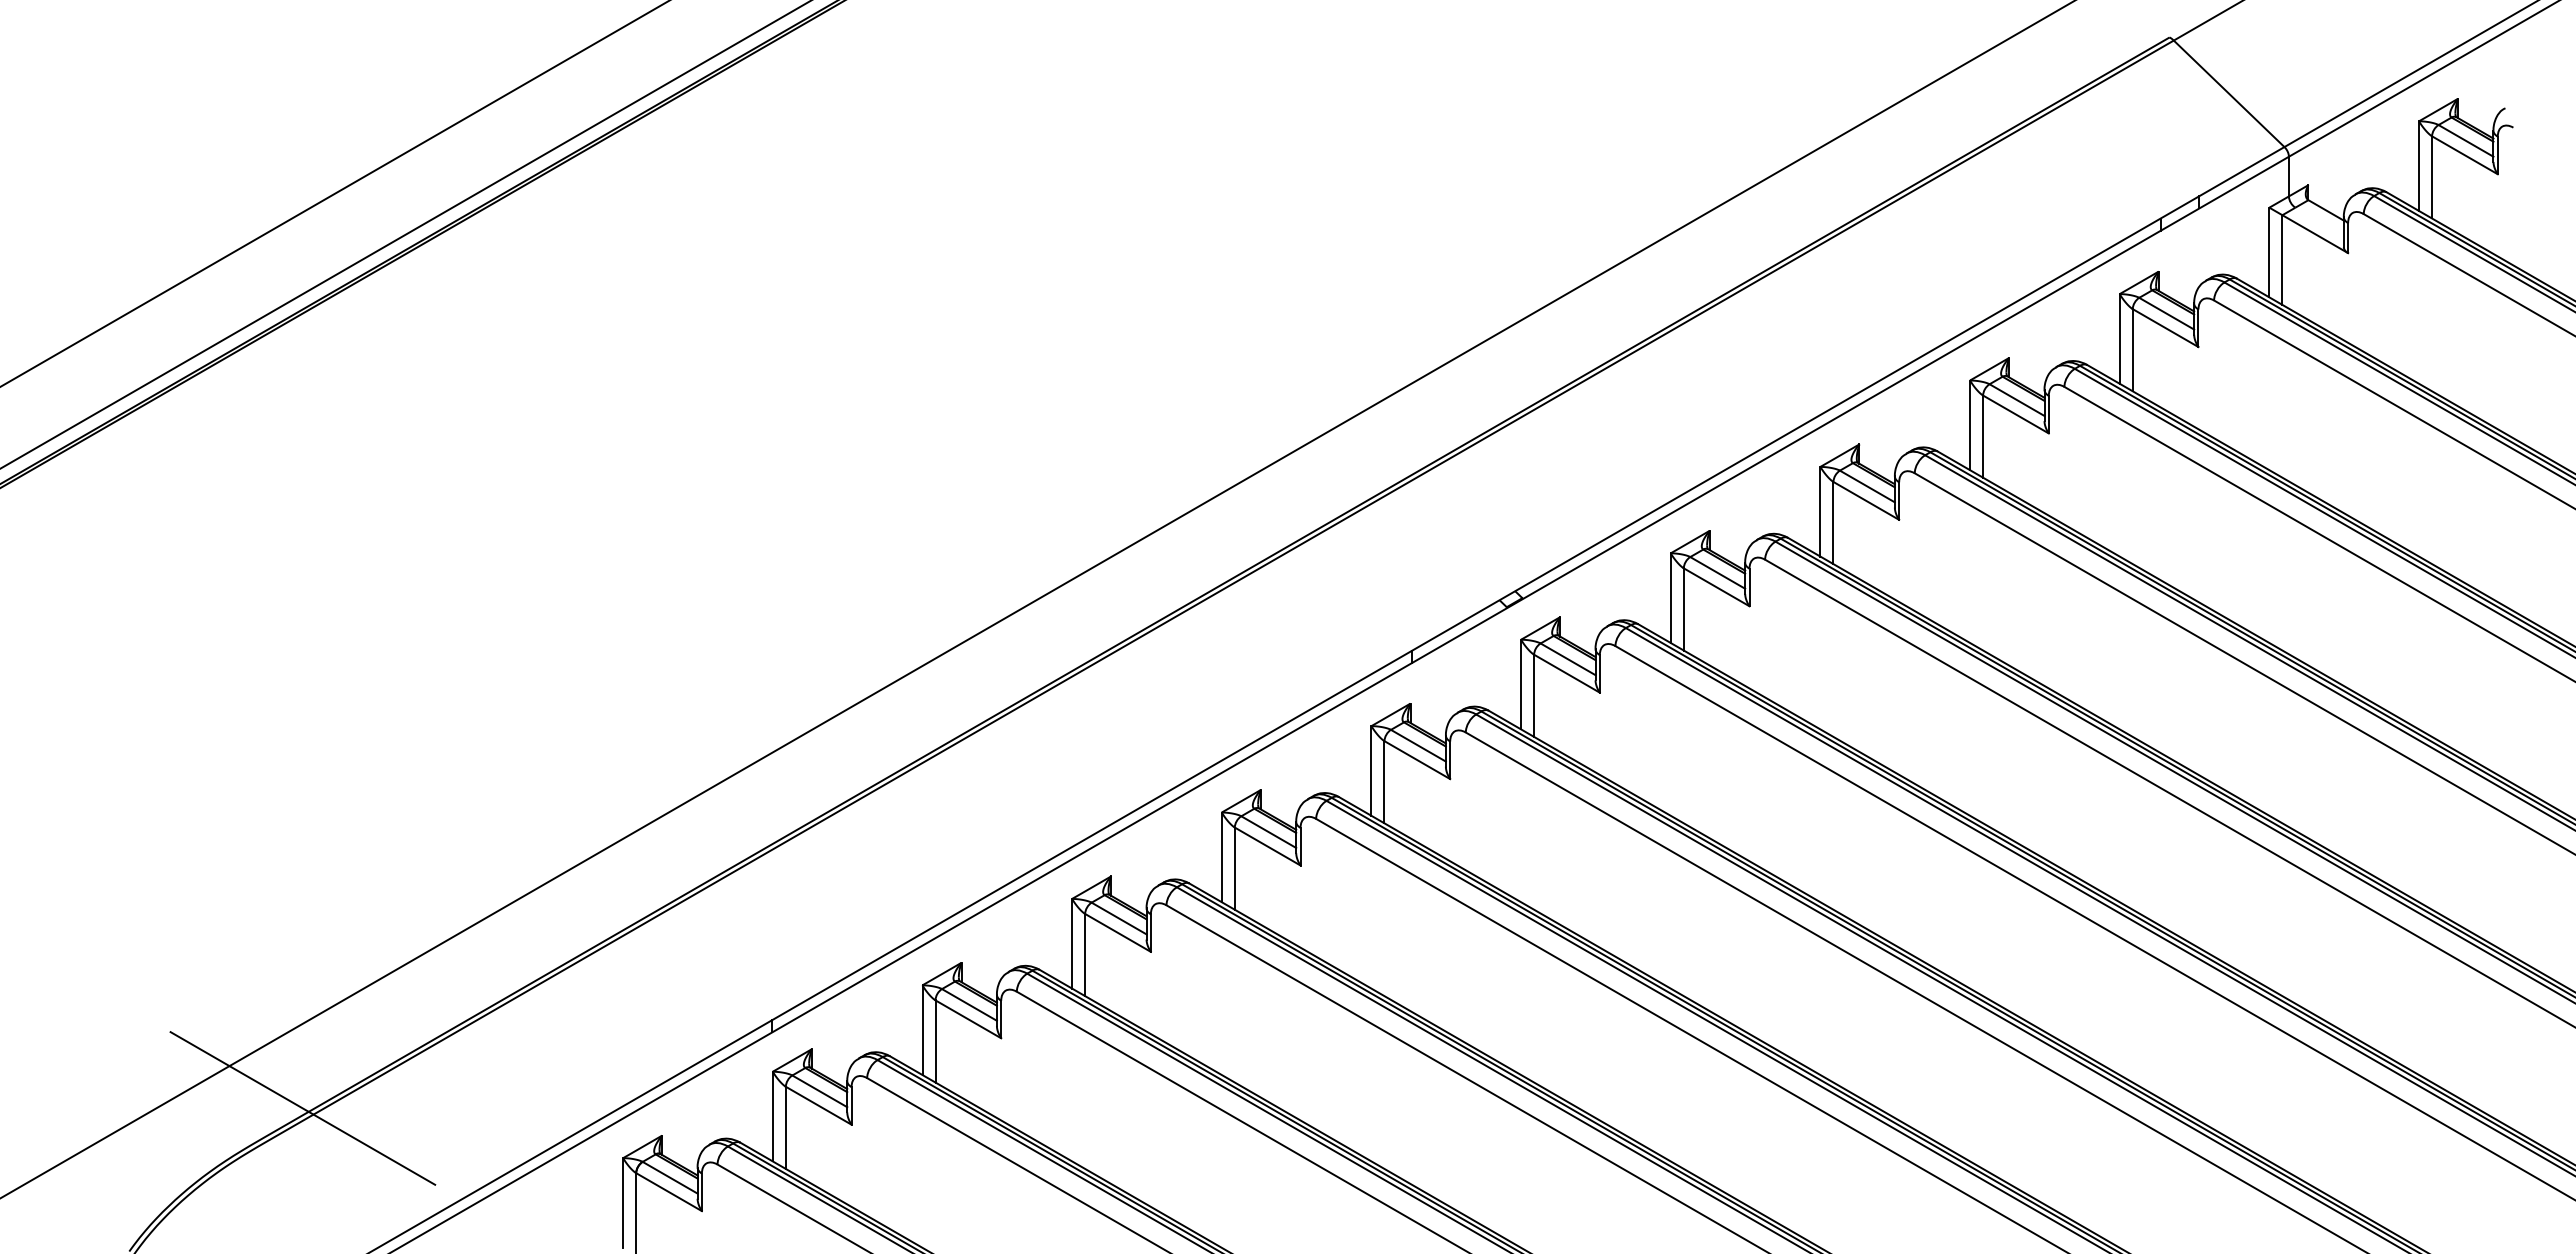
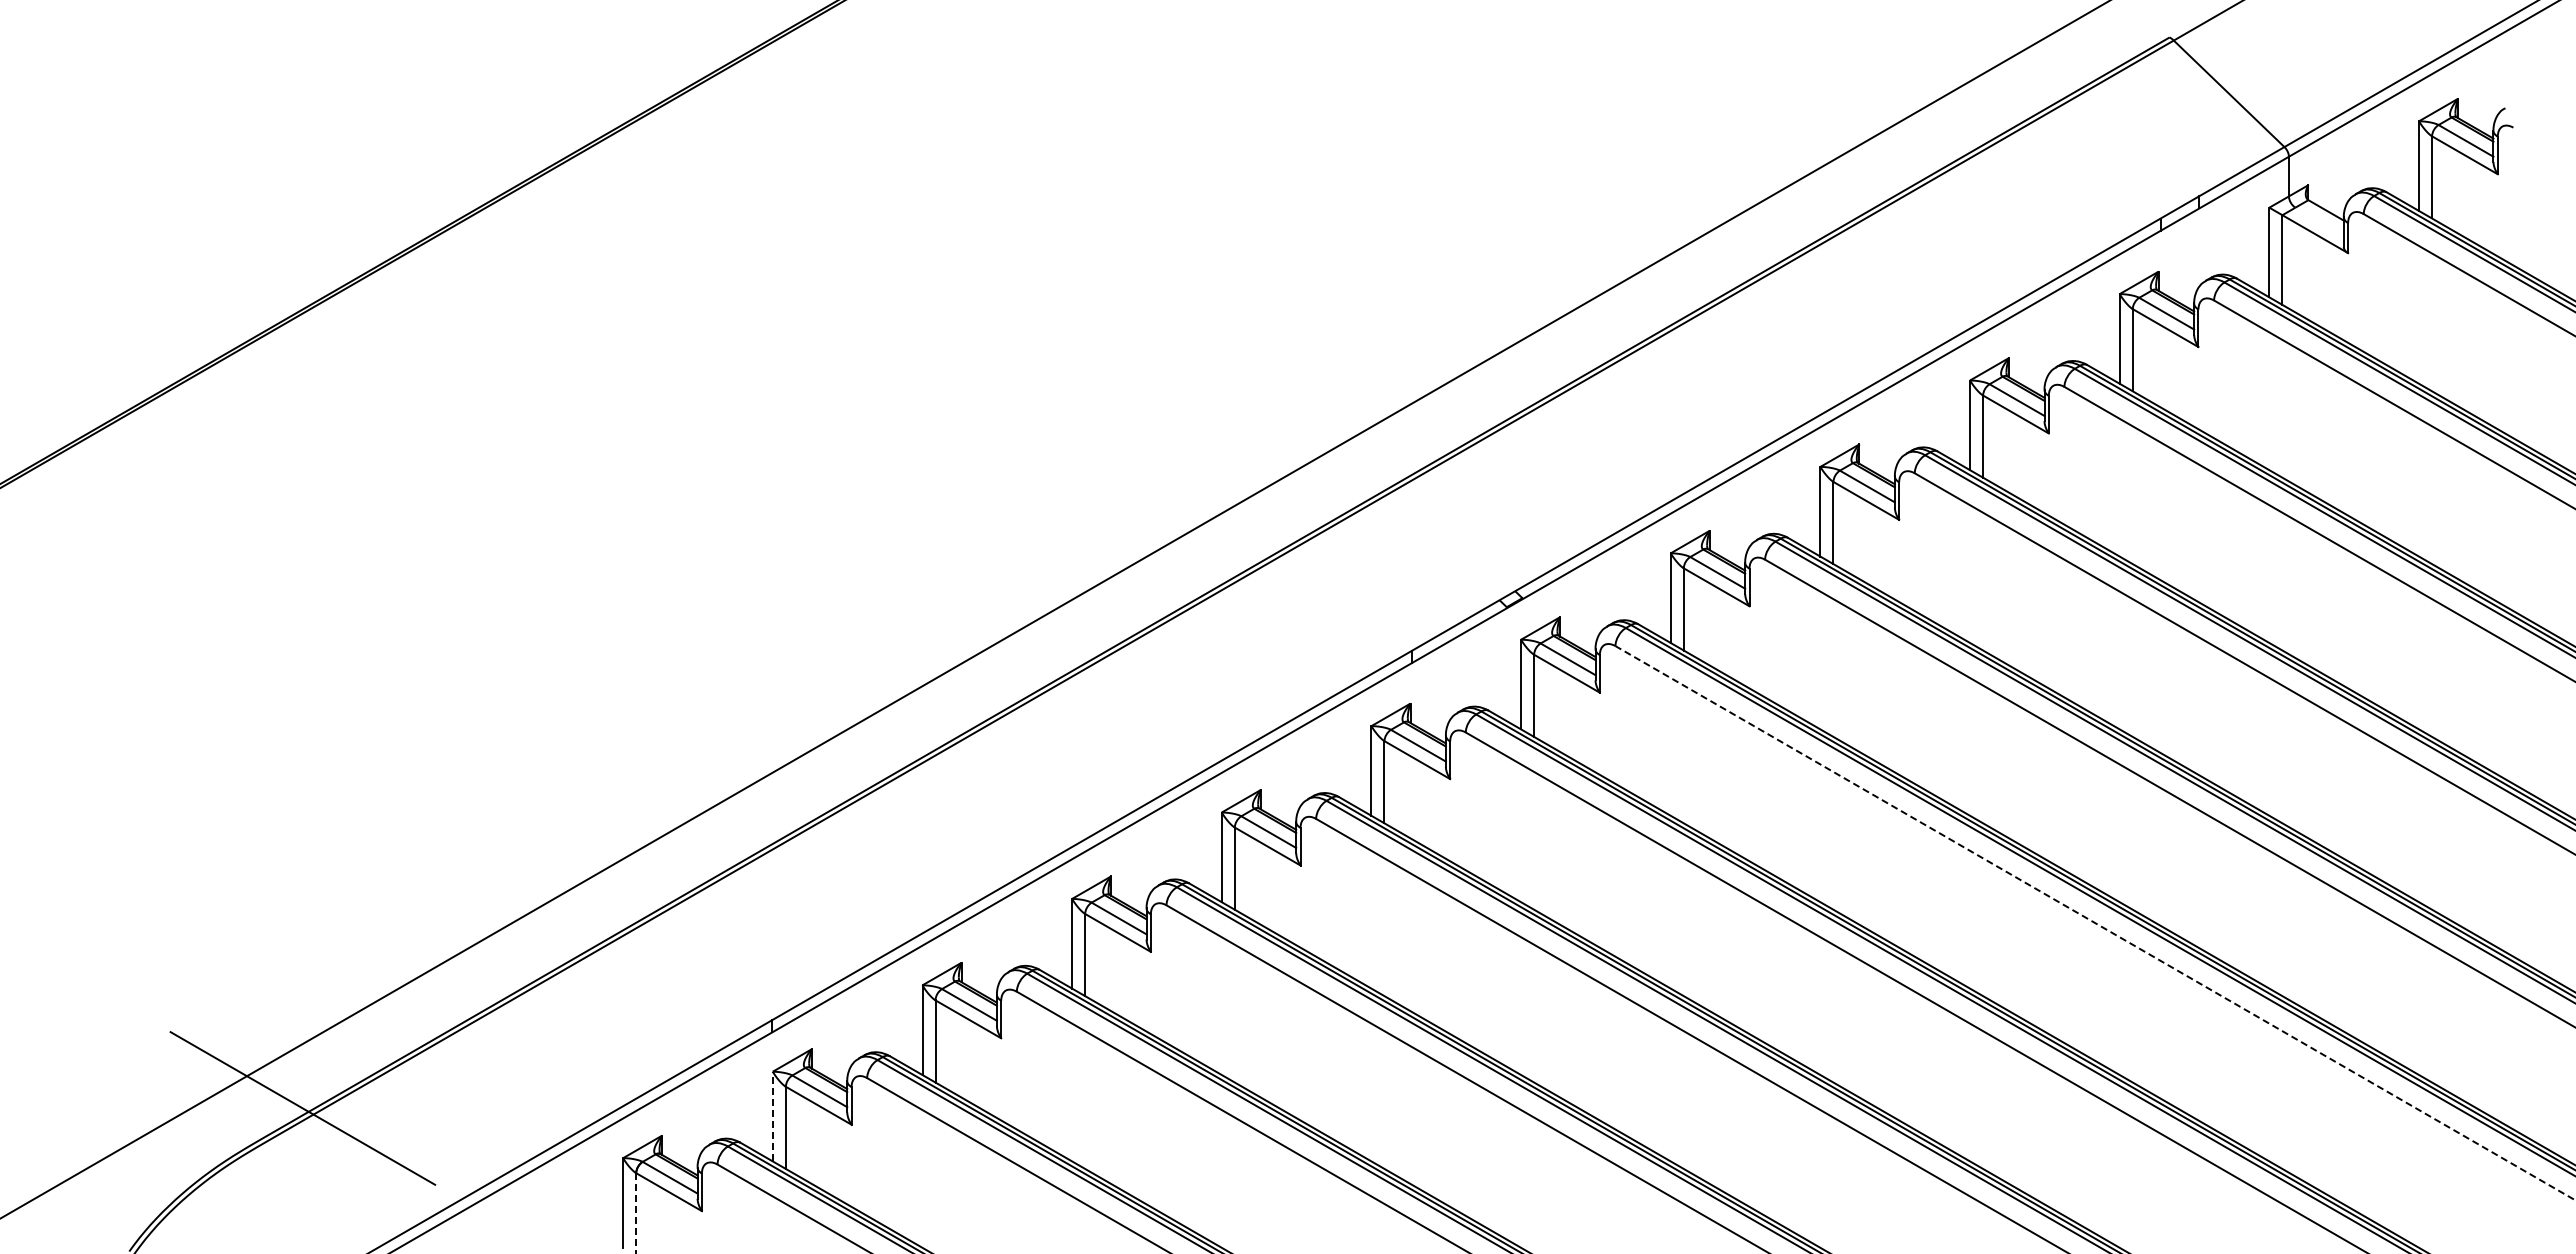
line at (334, 193): present -> none
line at (405, 234): present -> none
line at (1036, 599) position: (1036, 599) -> (1054, 609)
line at (2095, 923): solid -> dashed
line at (772, 1116): solid -> dashed
line at (636, 1213): solid -> dashed
